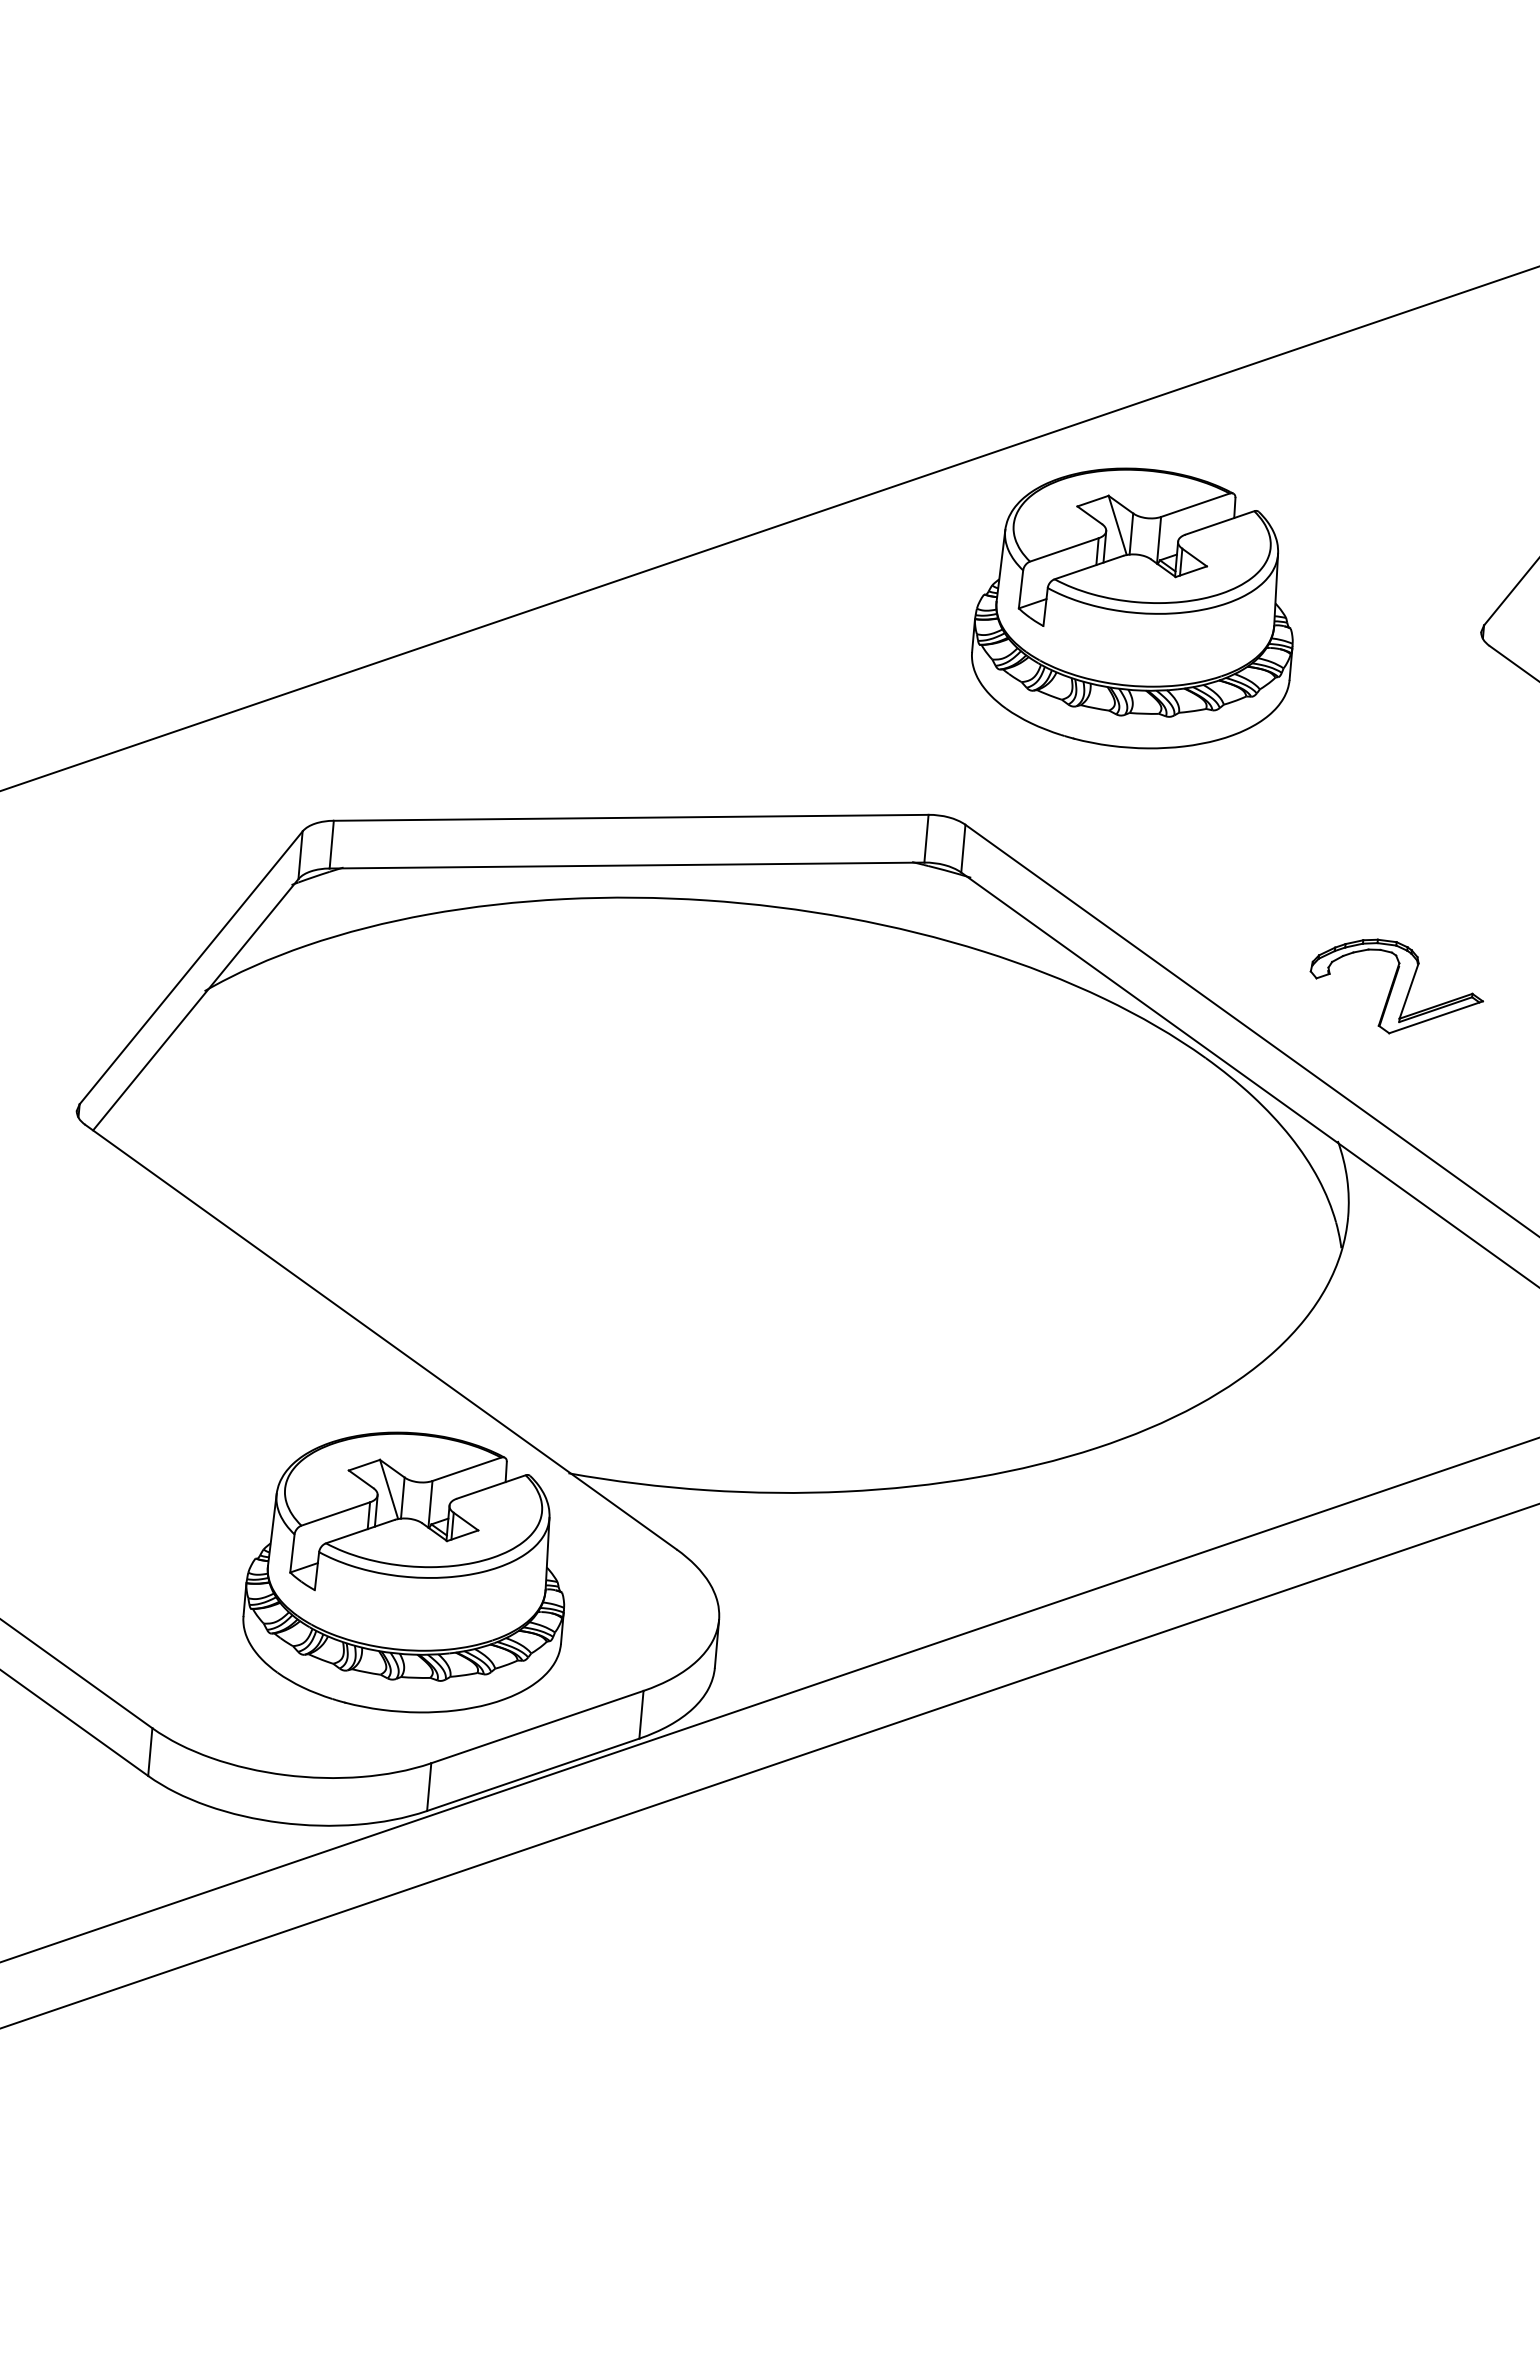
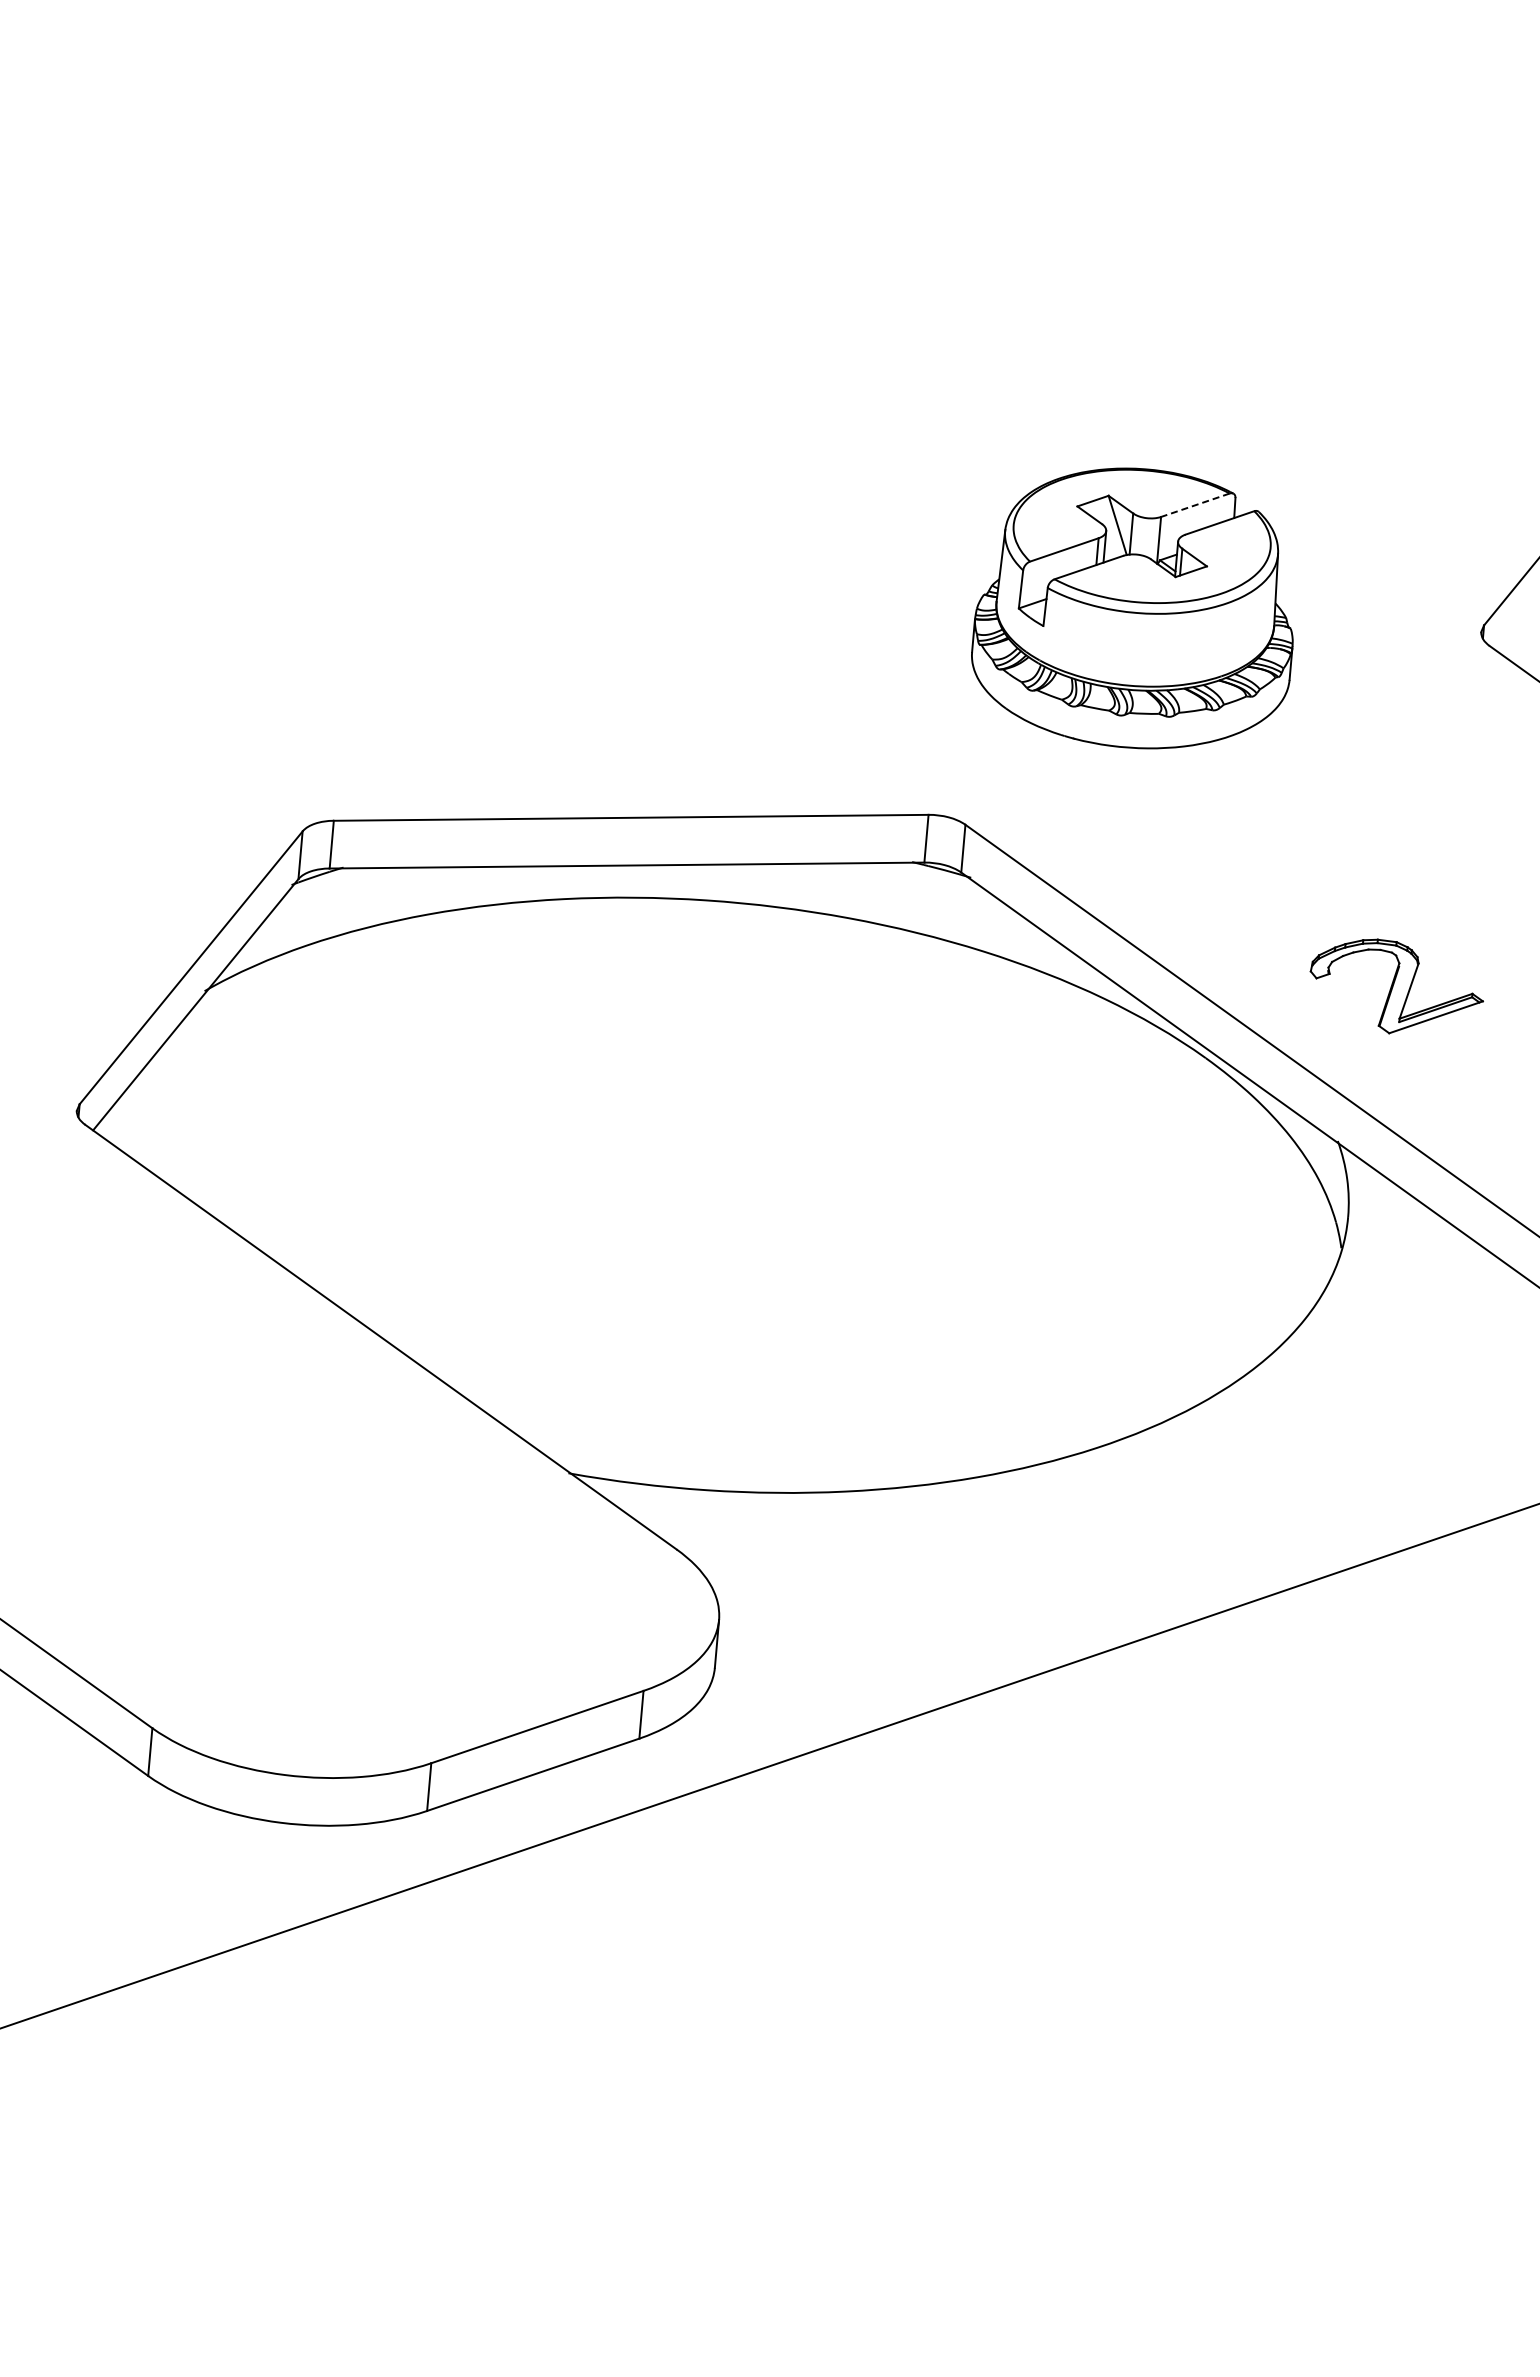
line at (1194, 505): solid -> dashed
line at (769, 528): present -> none
part at (403, 1572): present -> none
line at (769, 1699): present -> none
